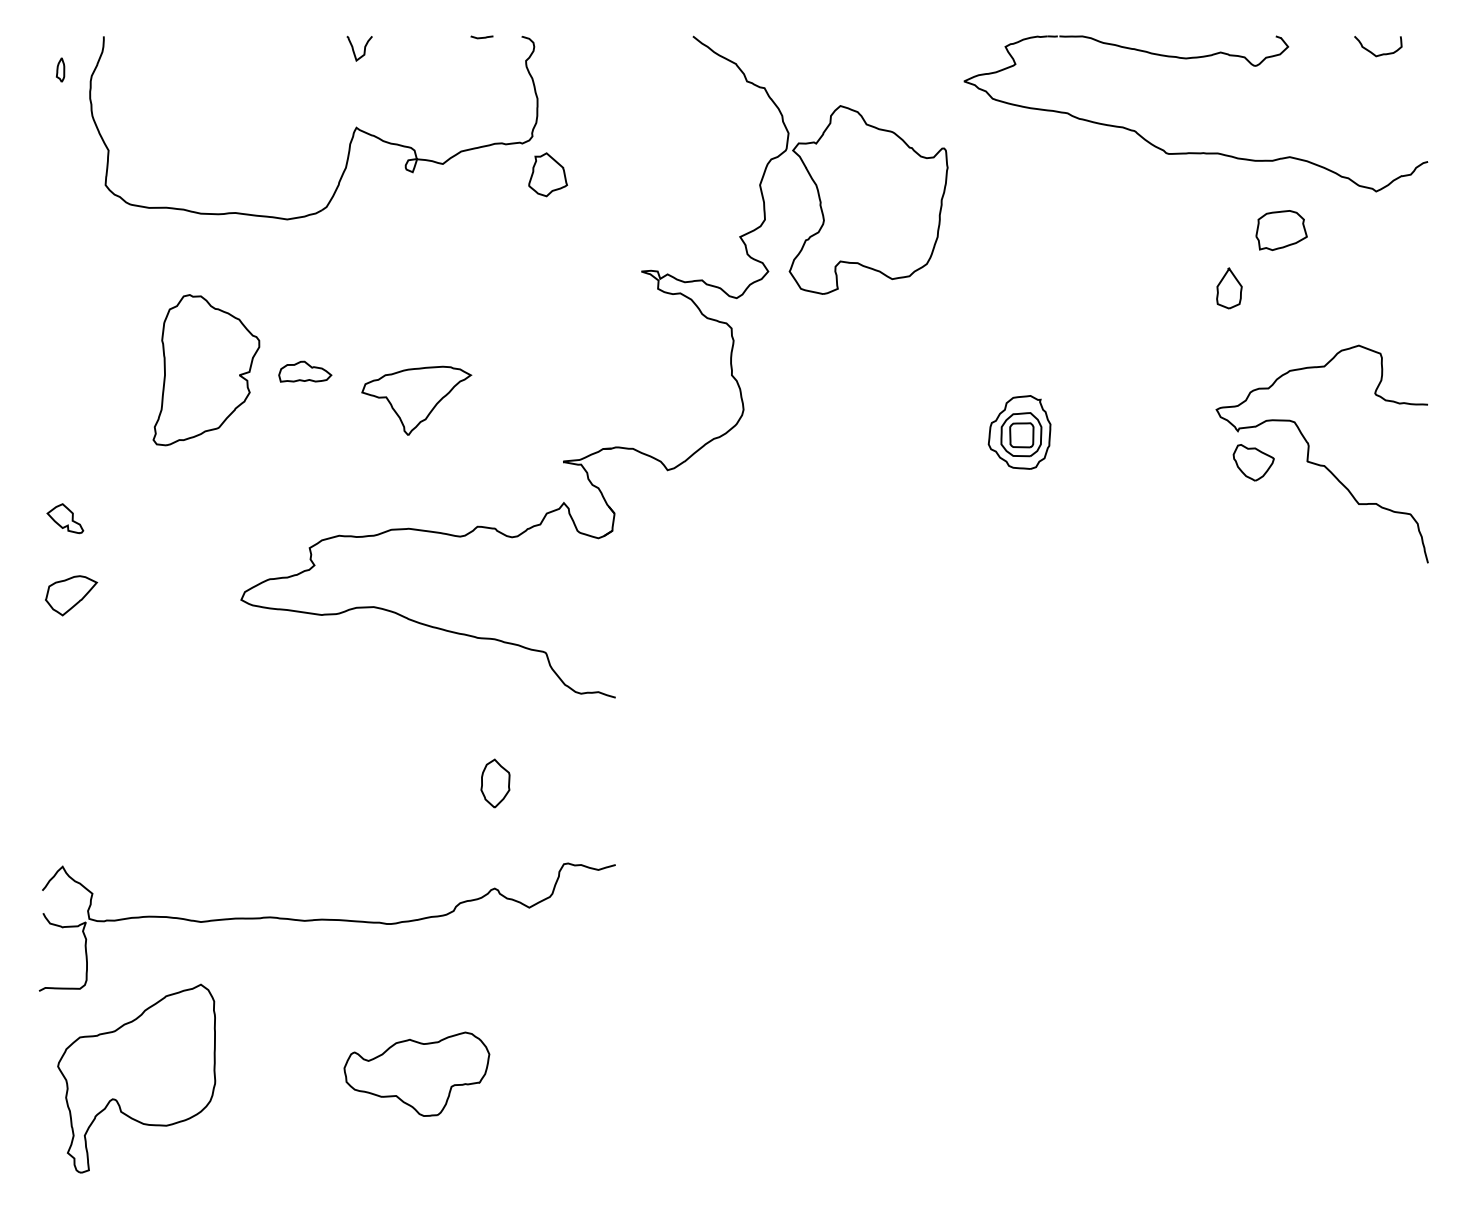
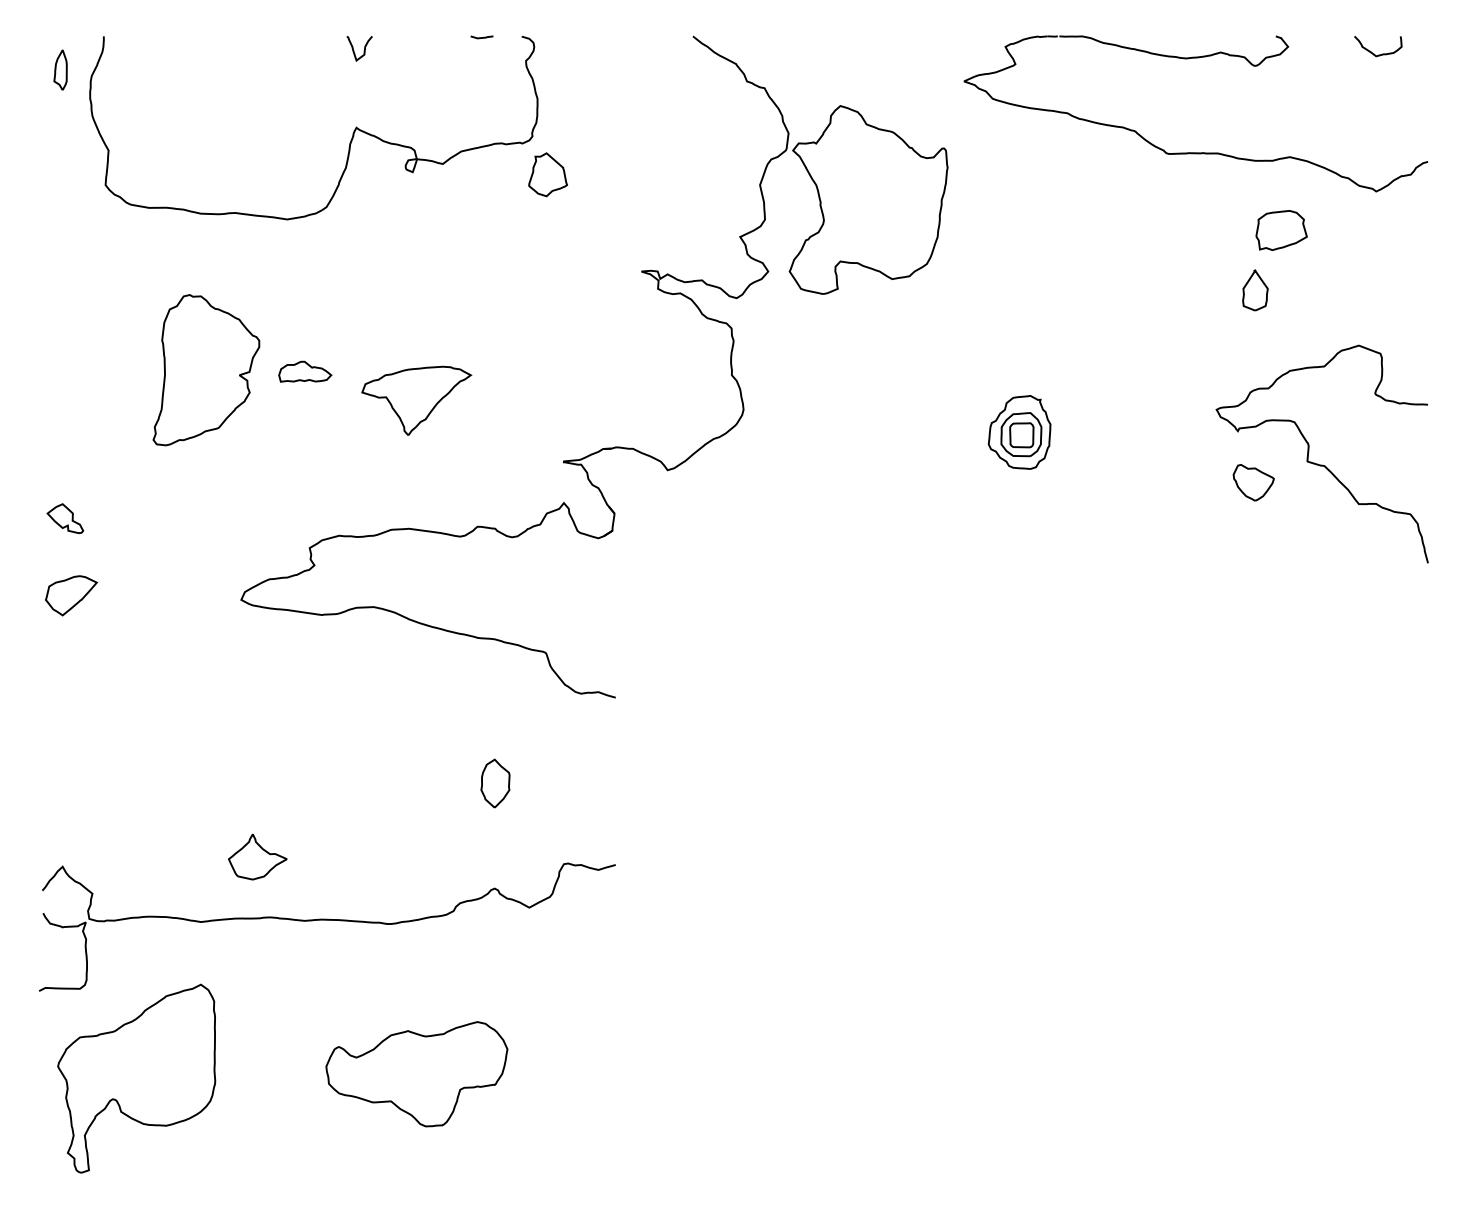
part at (60, 69) size: 10x26 px -> 15x42 px
part at (1229, 288) position: (1229, 288) -> (1255, 290)
part at (1253, 462) position: (1253, 462) -> (1253, 482)
part at (257, 856): none -> present
part at (416, 1073) size: 148x86 px -> 184x107 px
